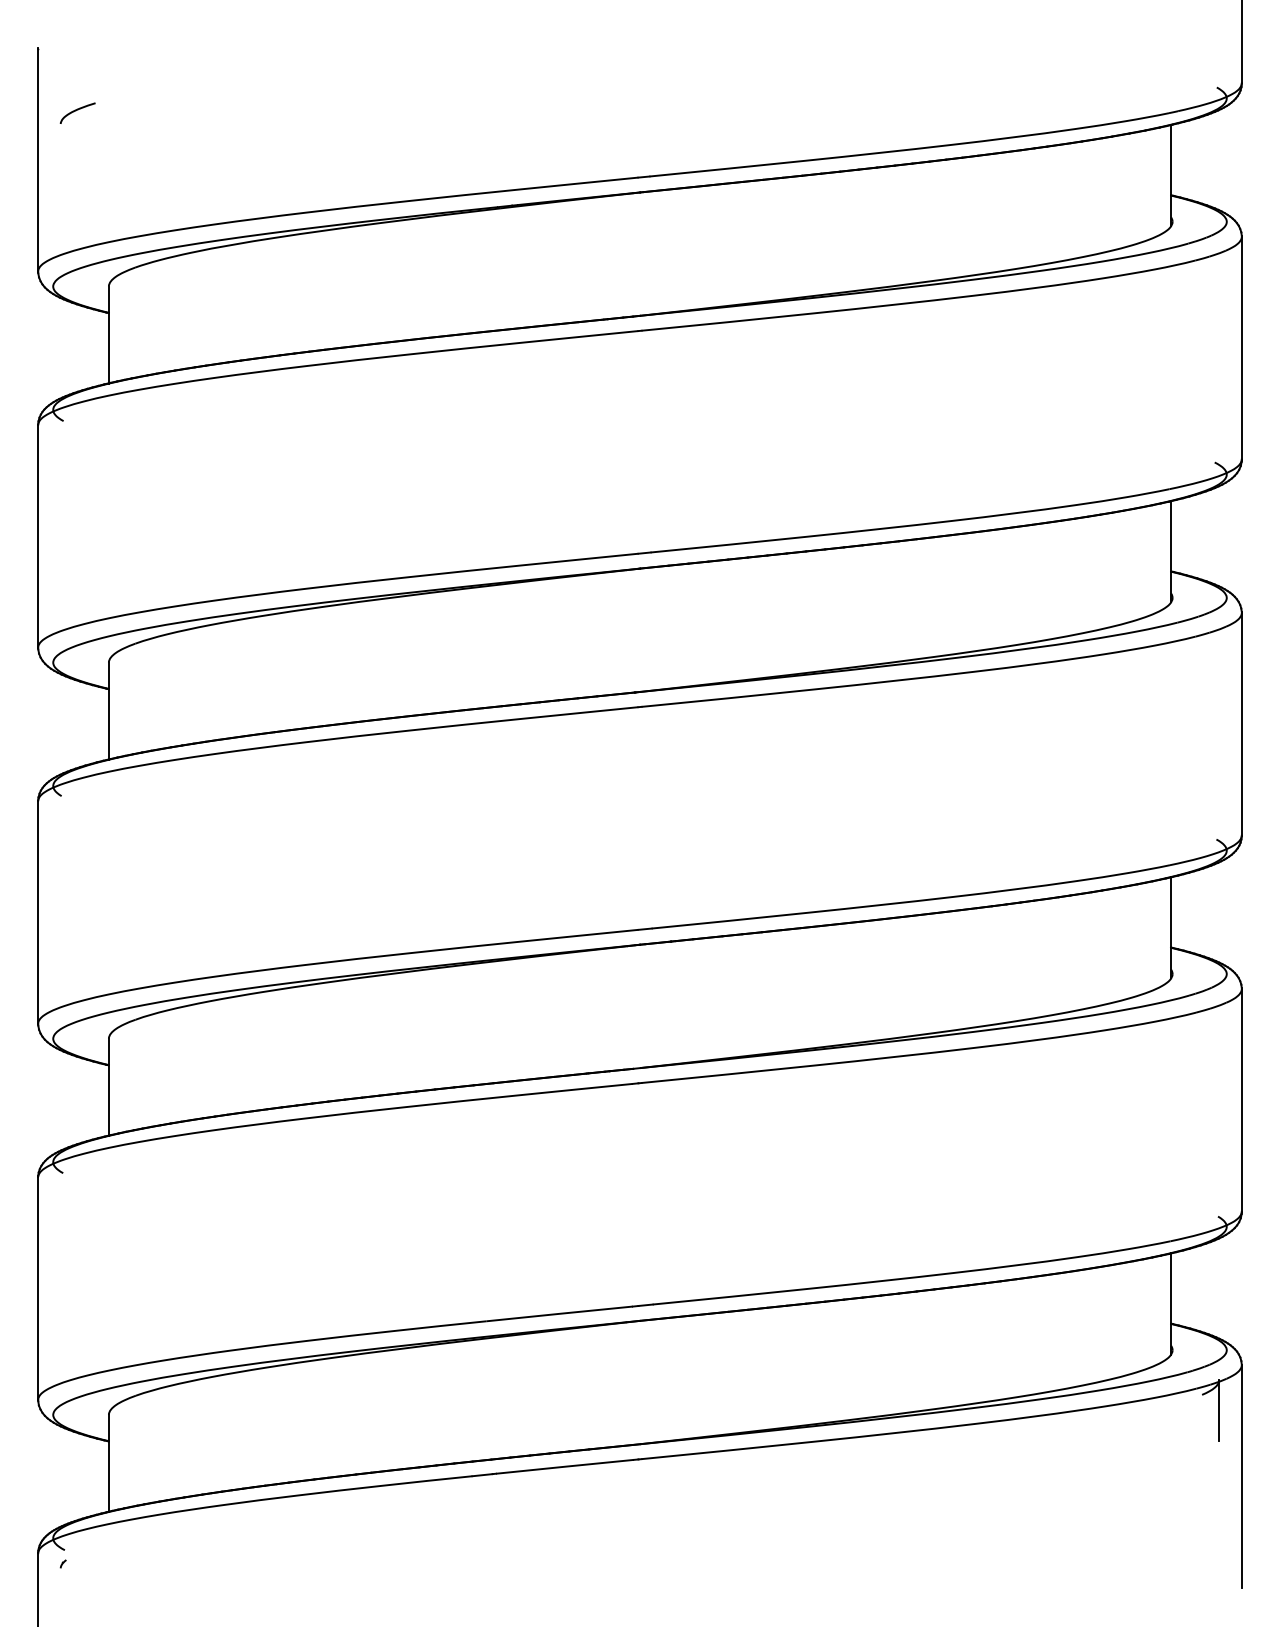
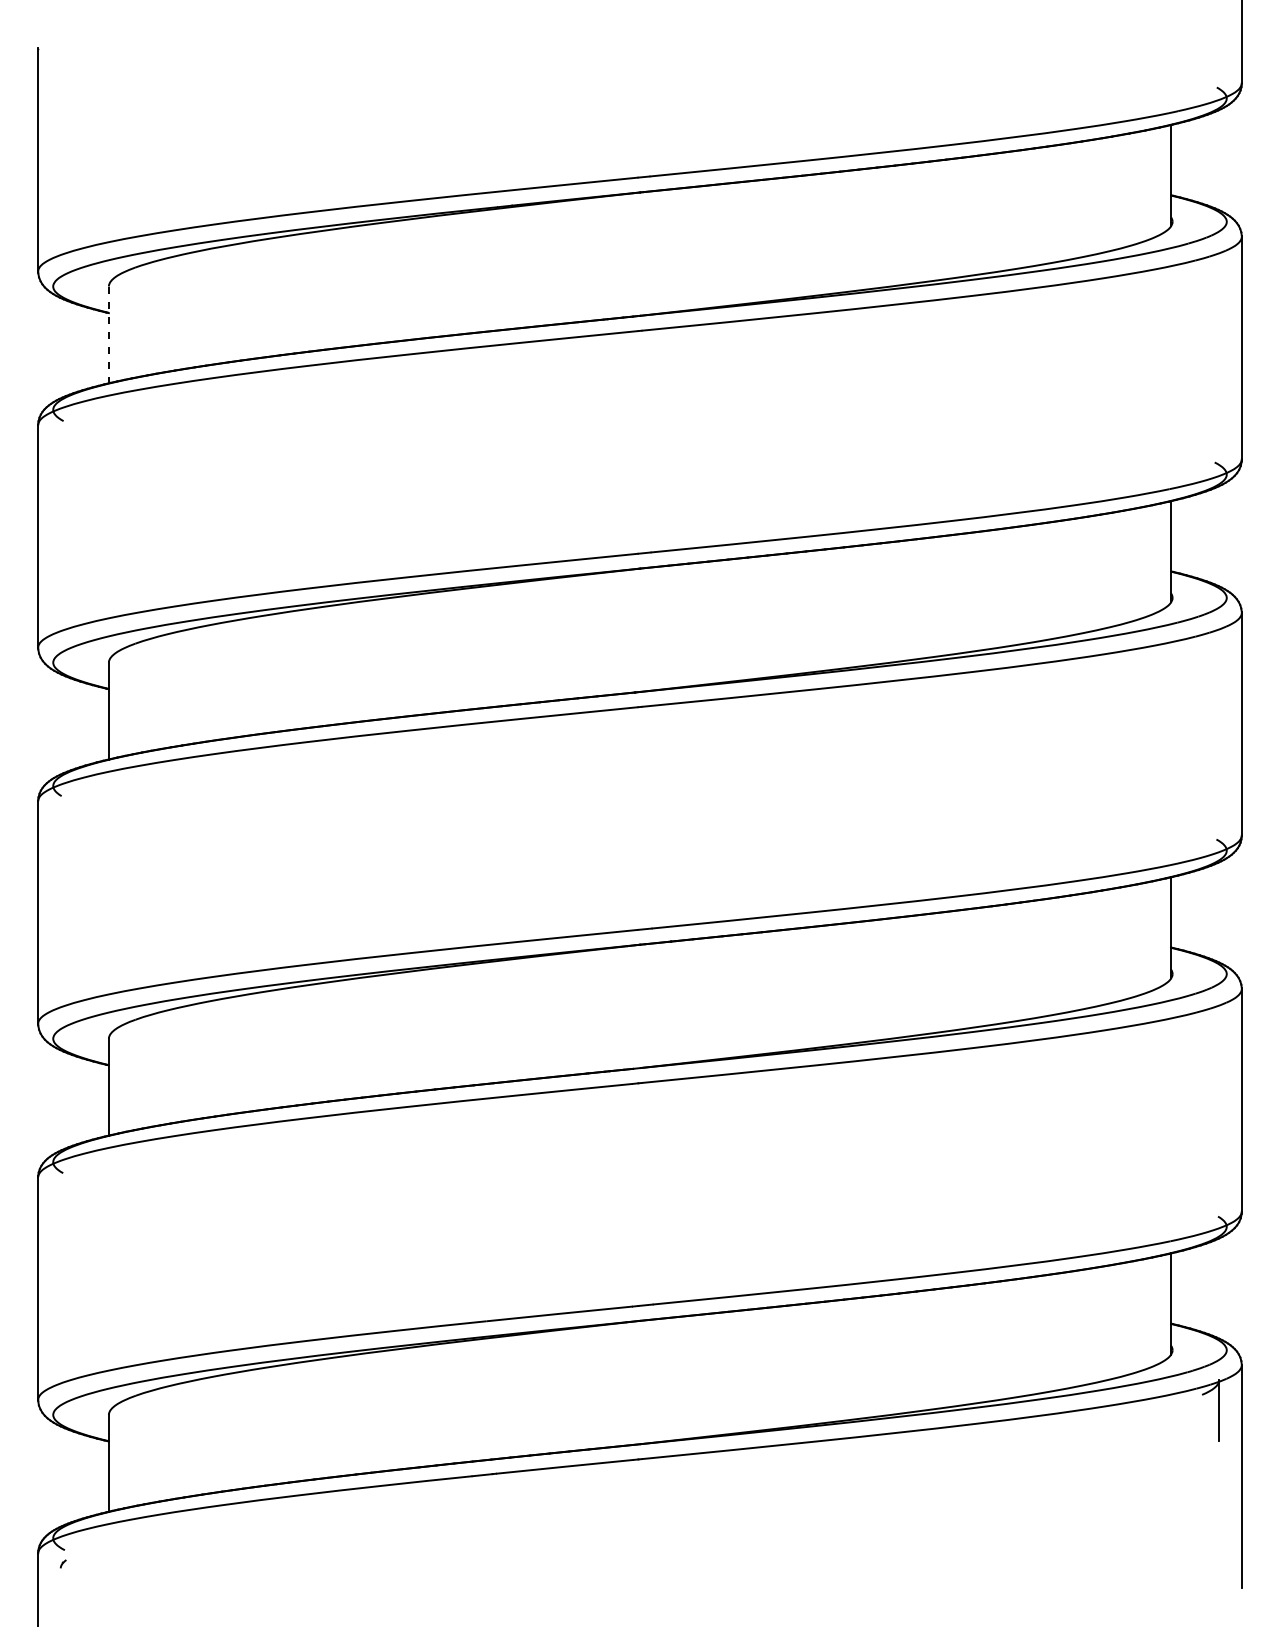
curve at (76, 111): present -> none
line at (108, 335): solid -> dashed
